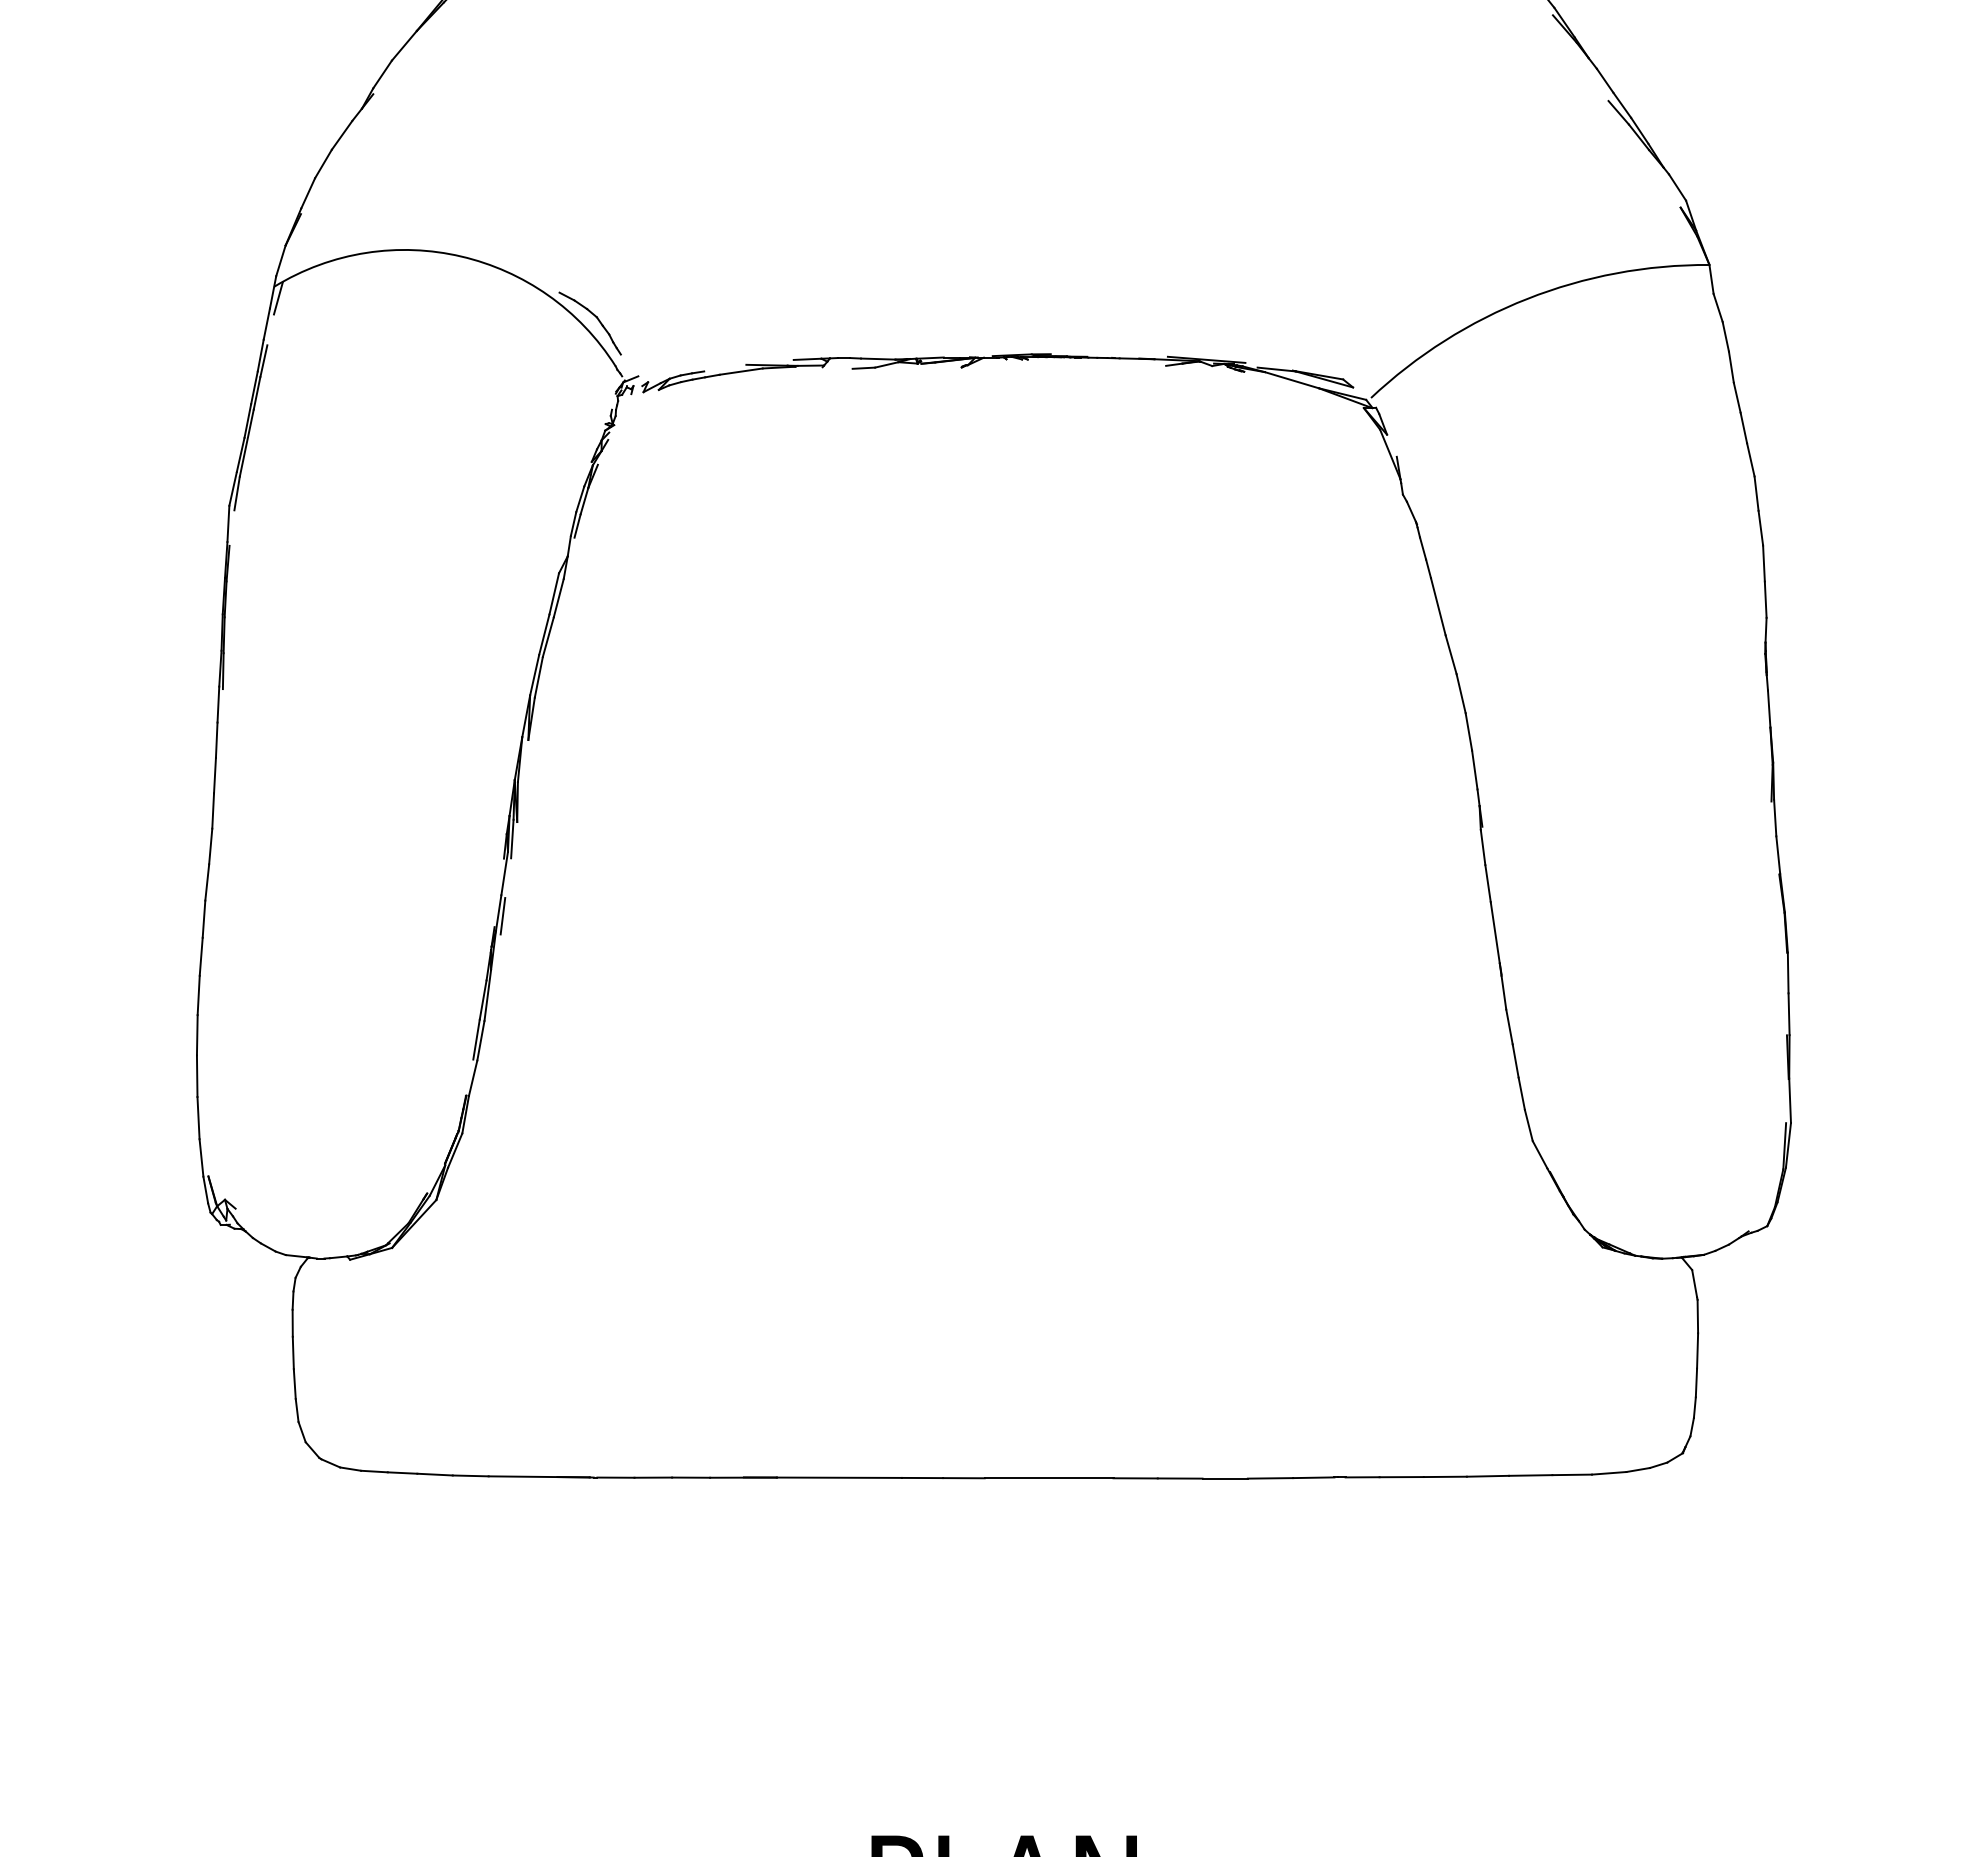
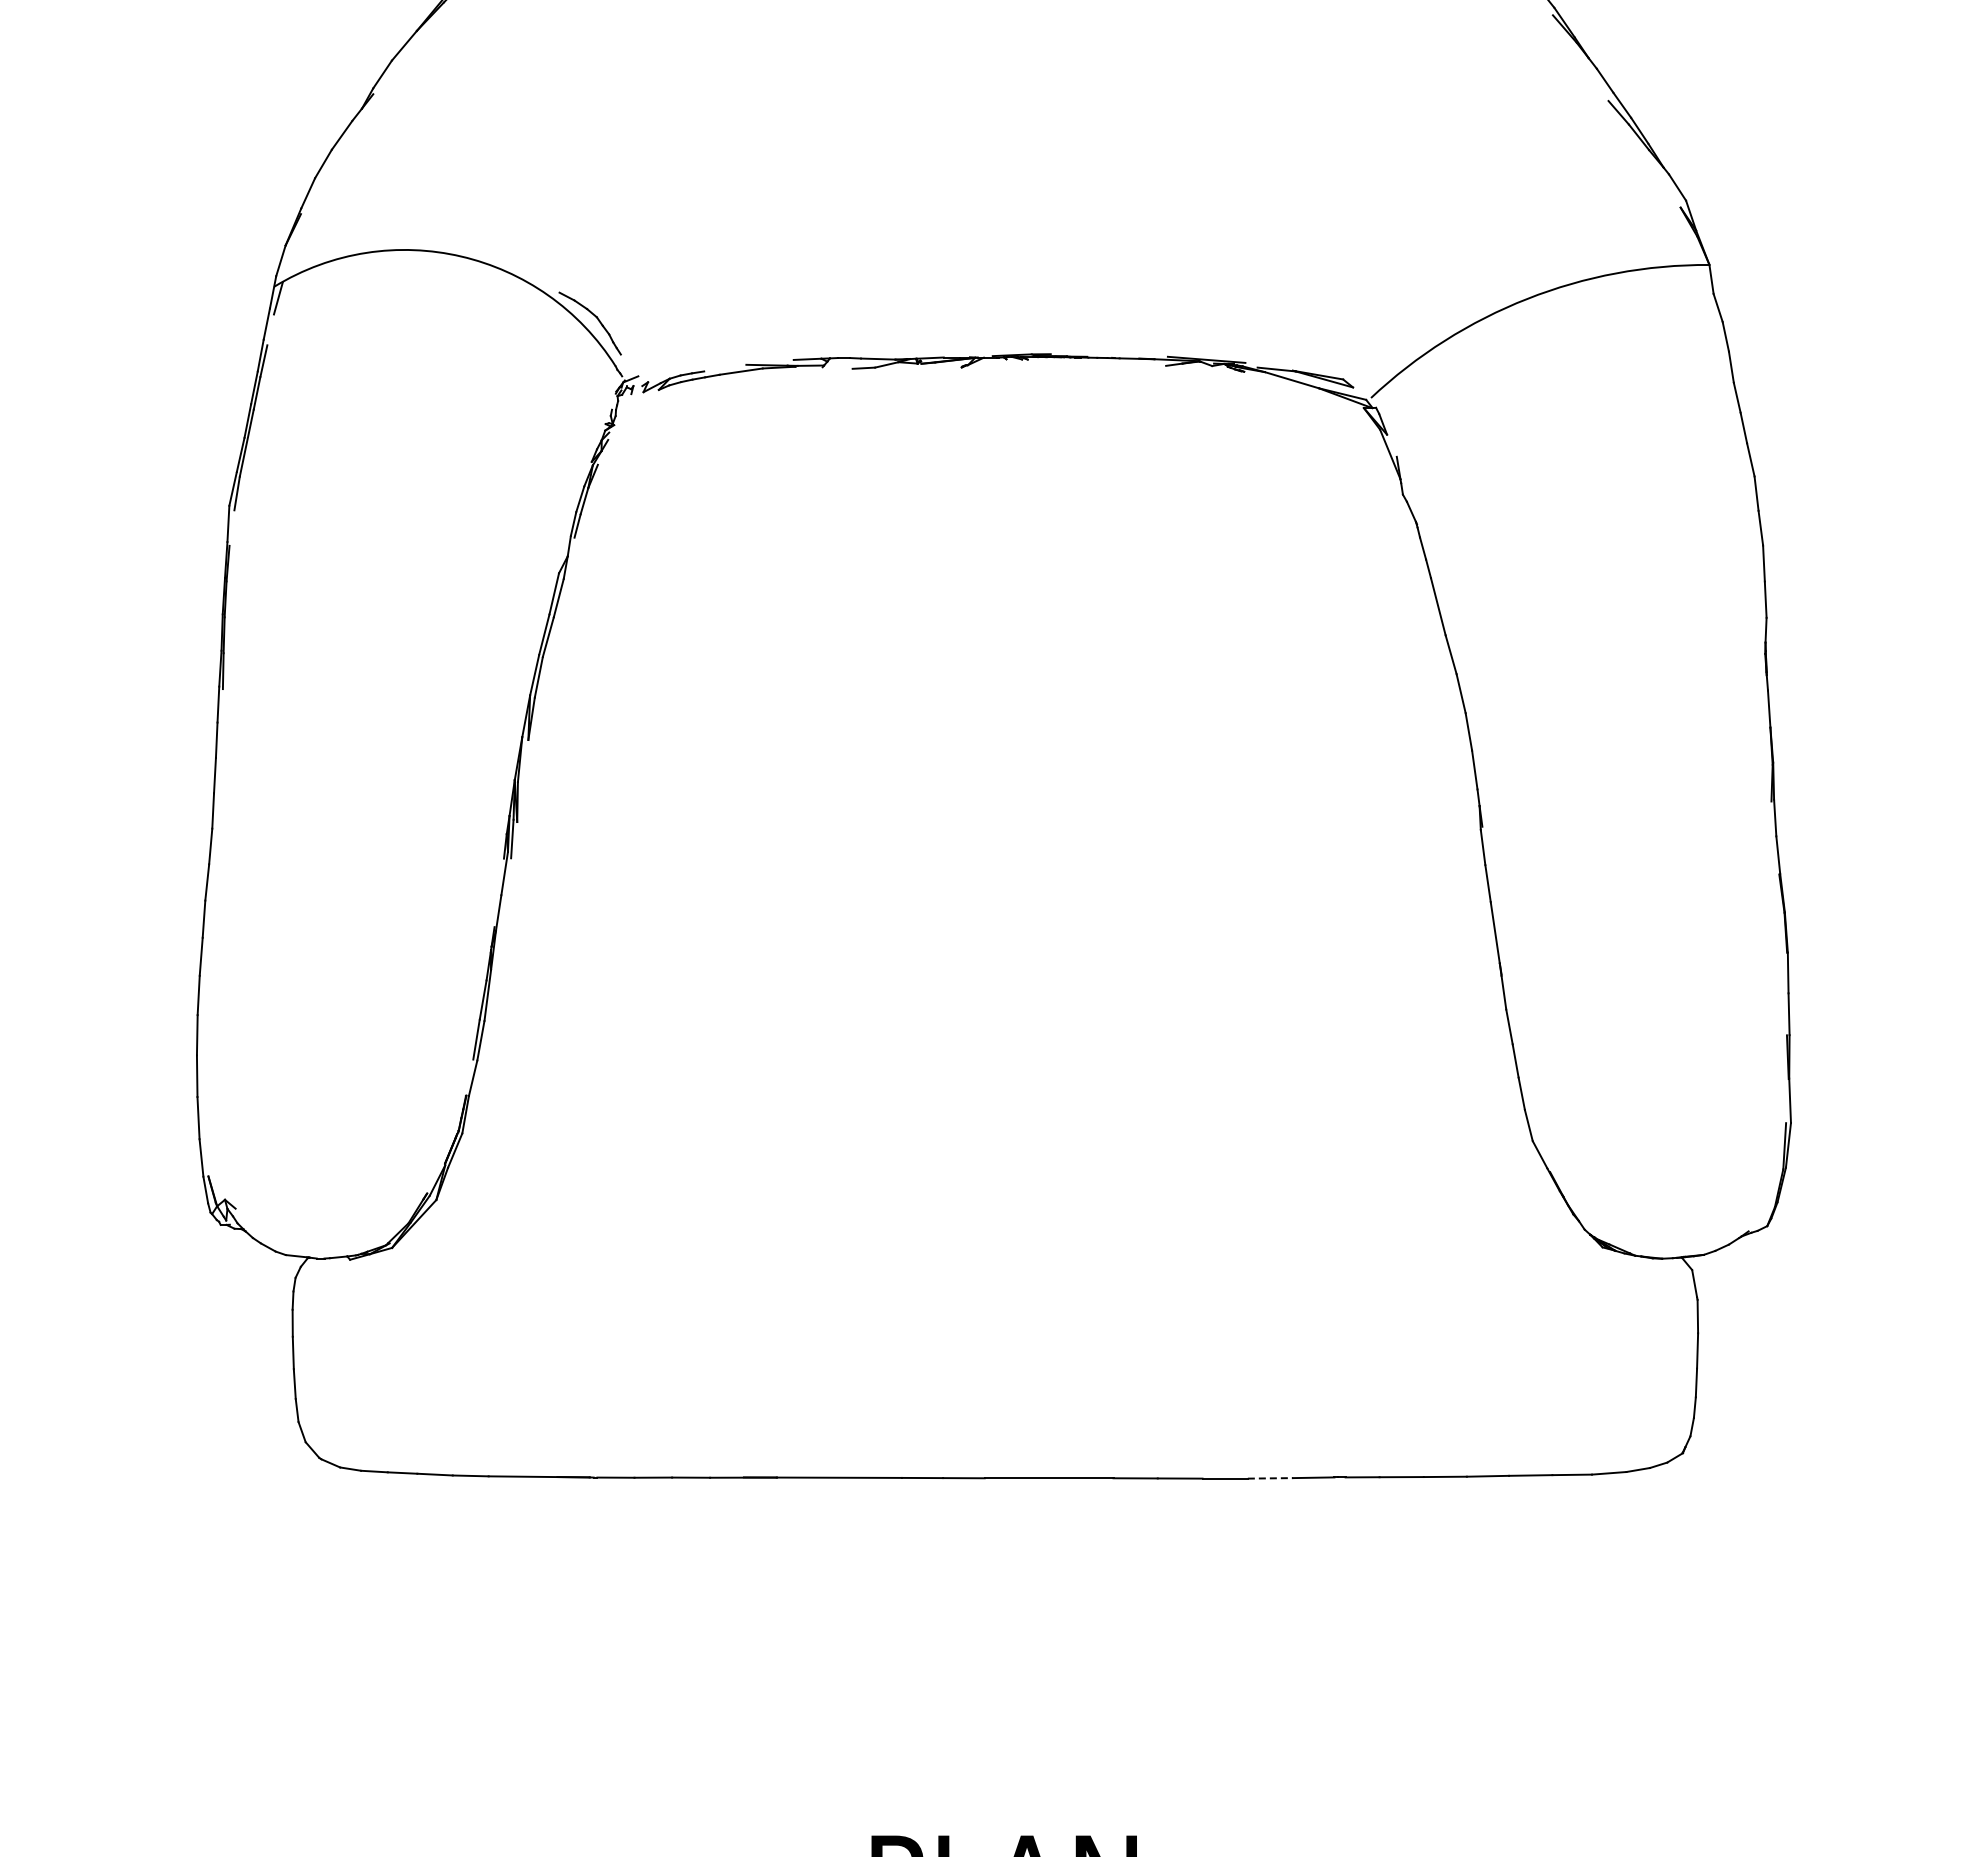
line at (502, 916): present -> none
line at (1270, 1478): solid -> dashed
